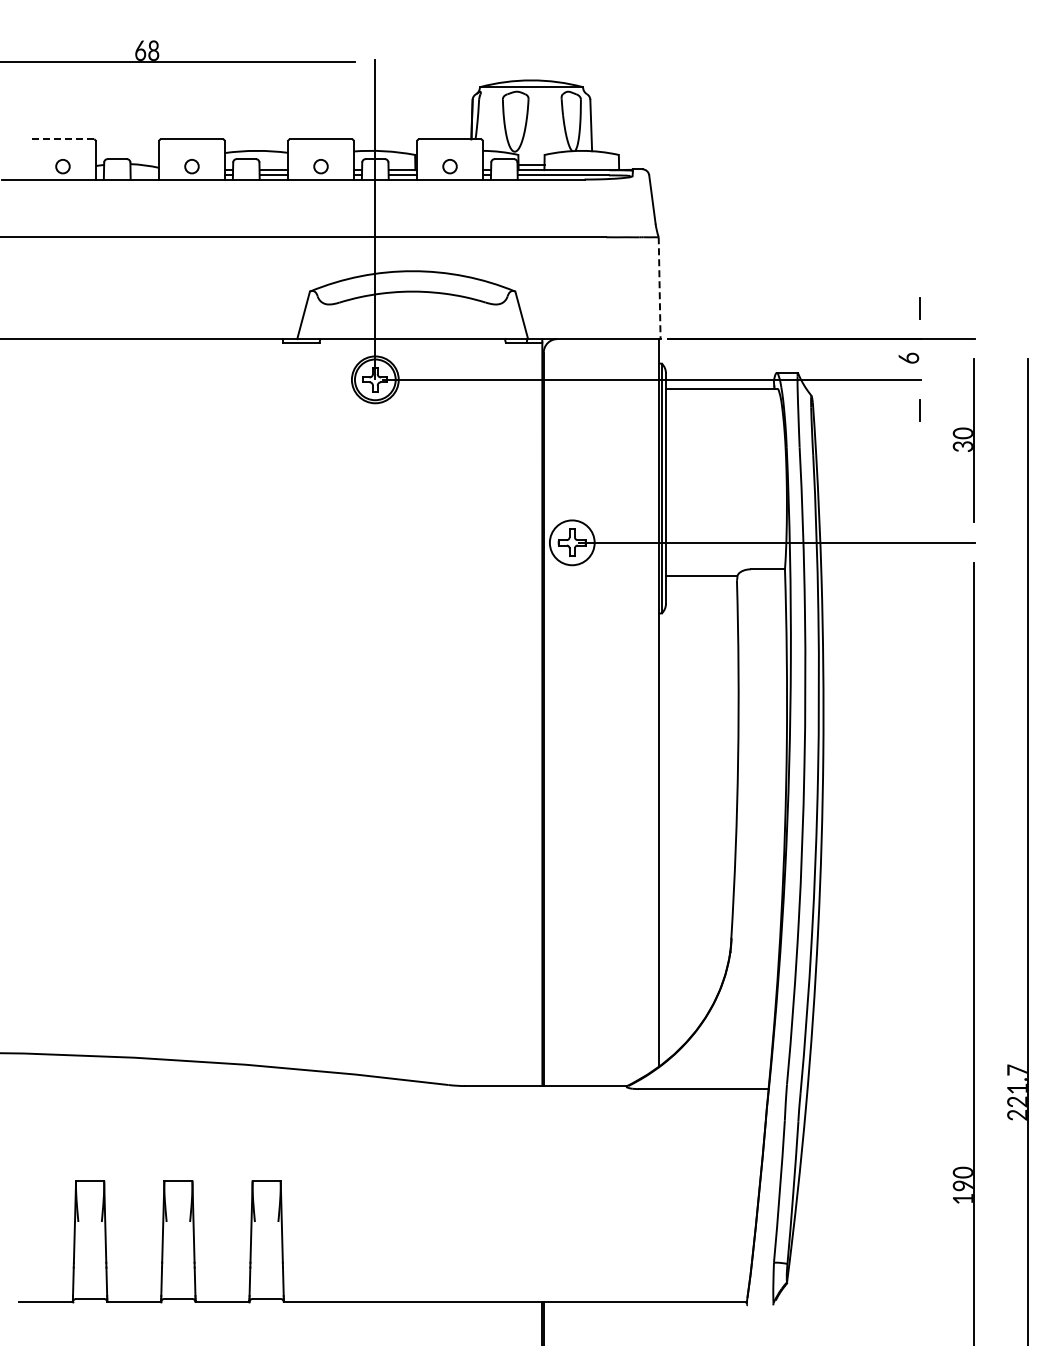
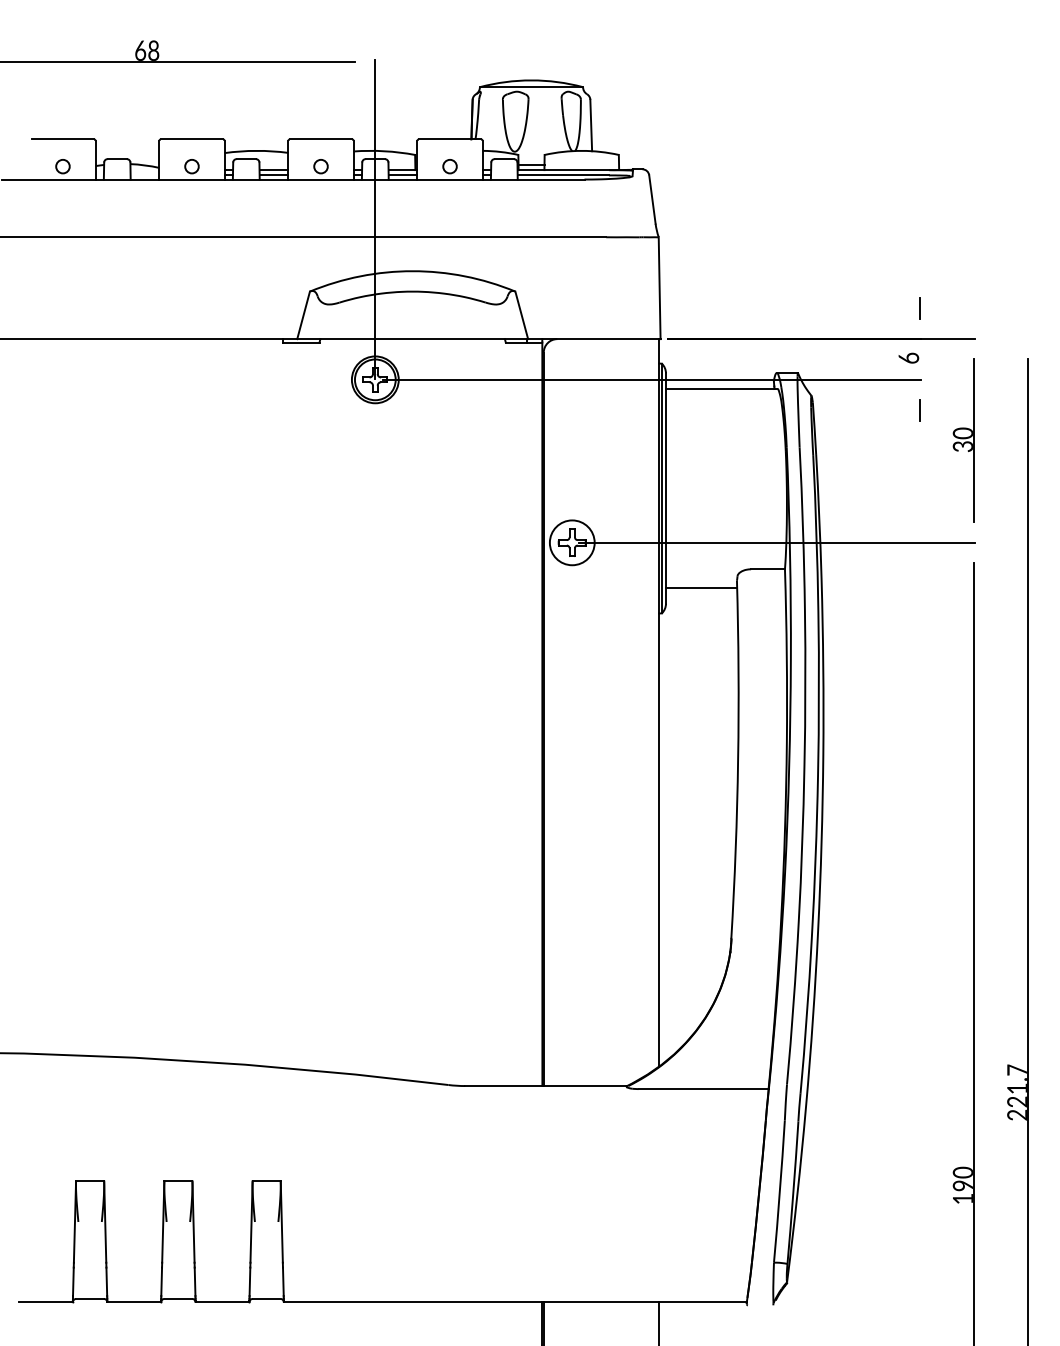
line at (63, 139): dashed -> solid
line at (659, 288): dashed -> solid
line at (701, 576) position: (701, 576) -> (701, 588)
line at (659, 1322): none -> present
